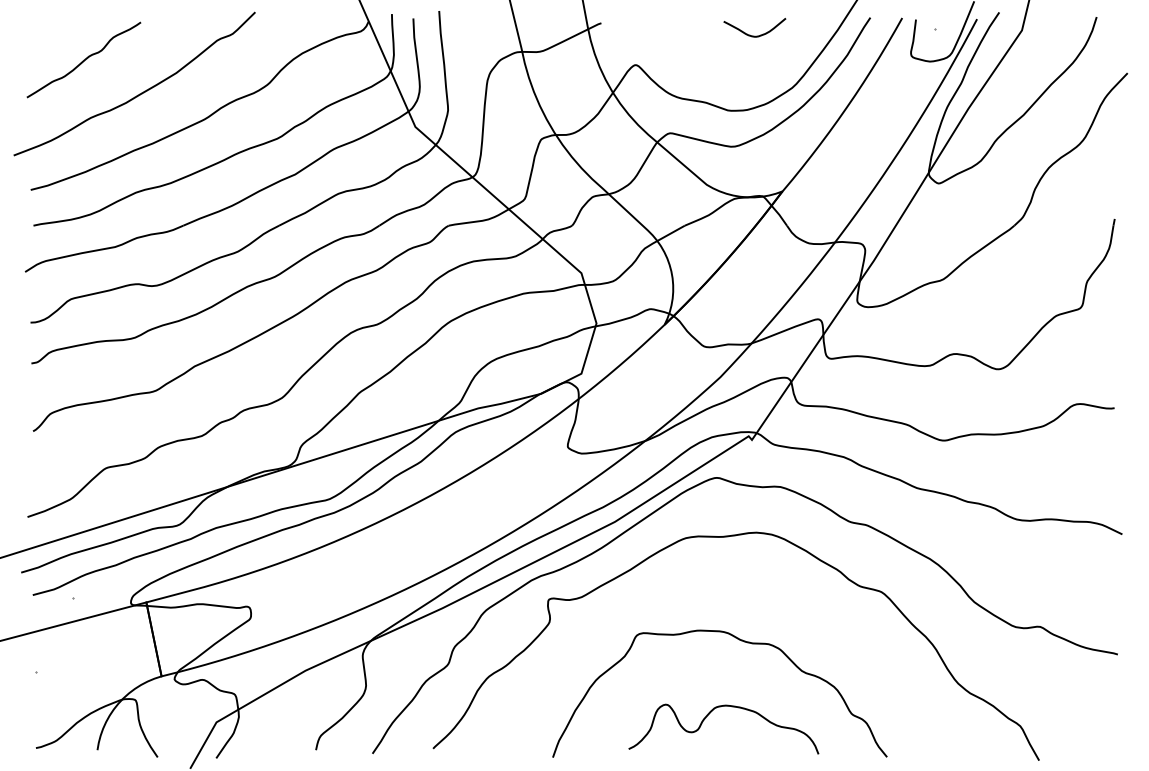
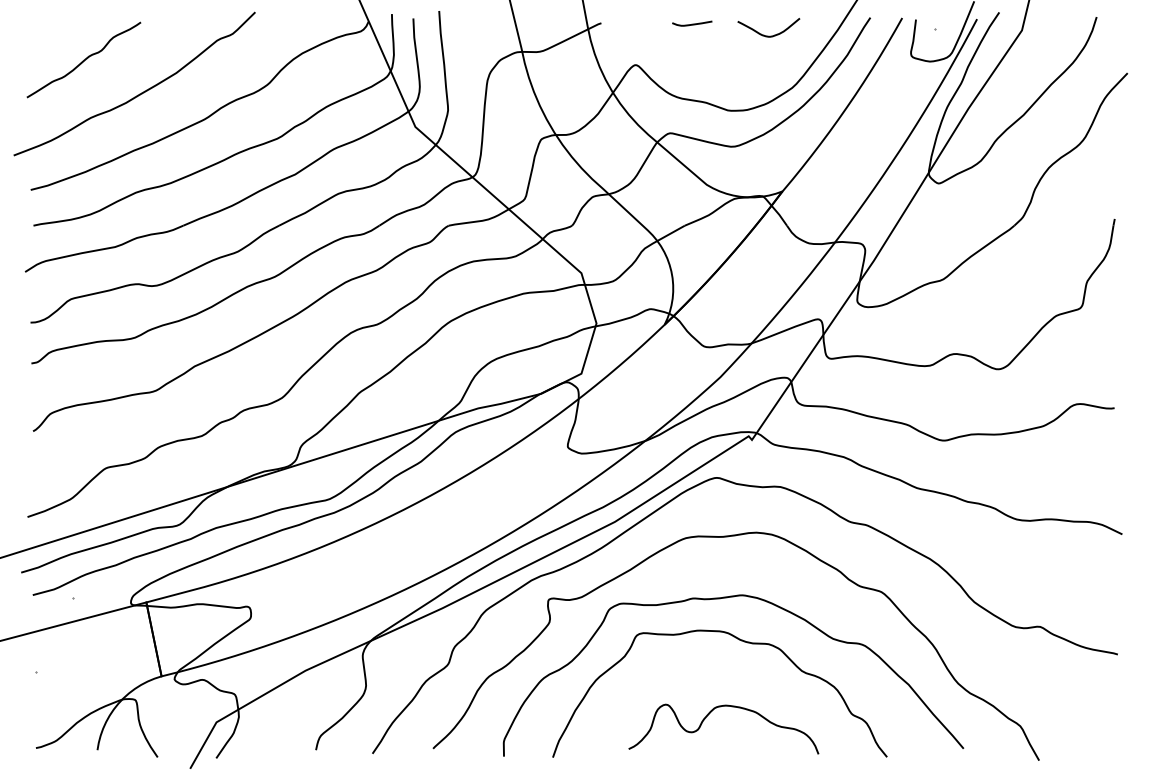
curve at (692, 23): none -> present
curve at (754, 35) position: (754, 35) -> (768, 35)
curve at (720, 599): none -> present
